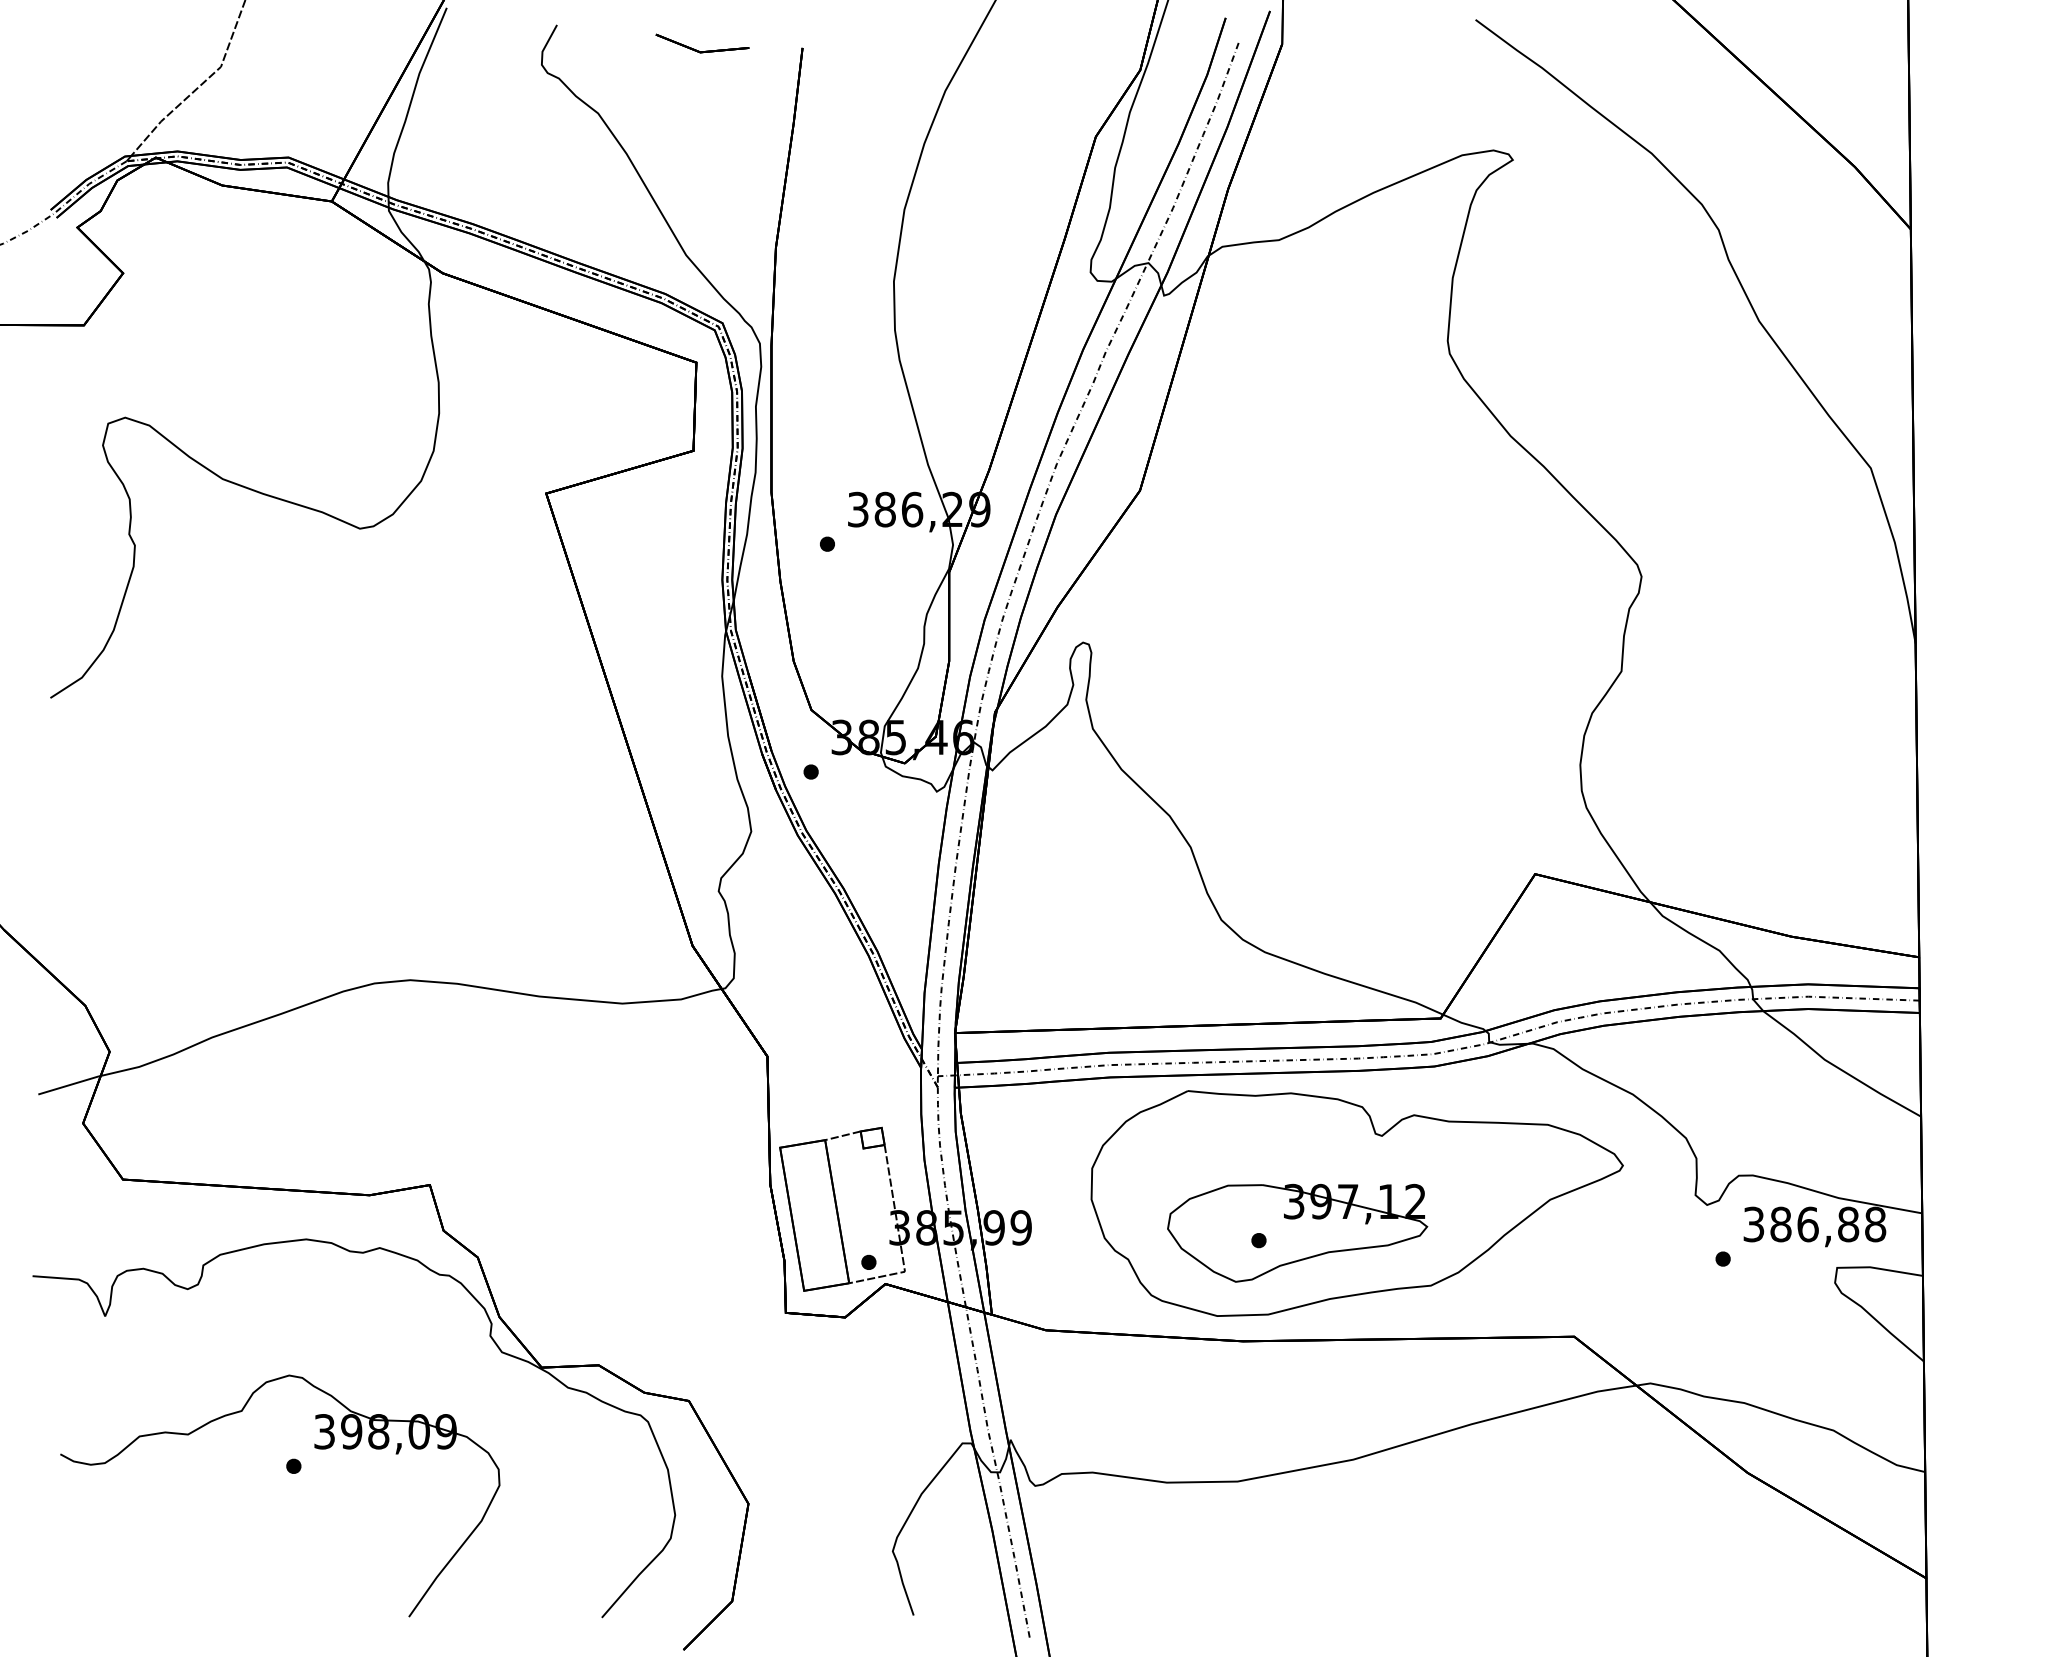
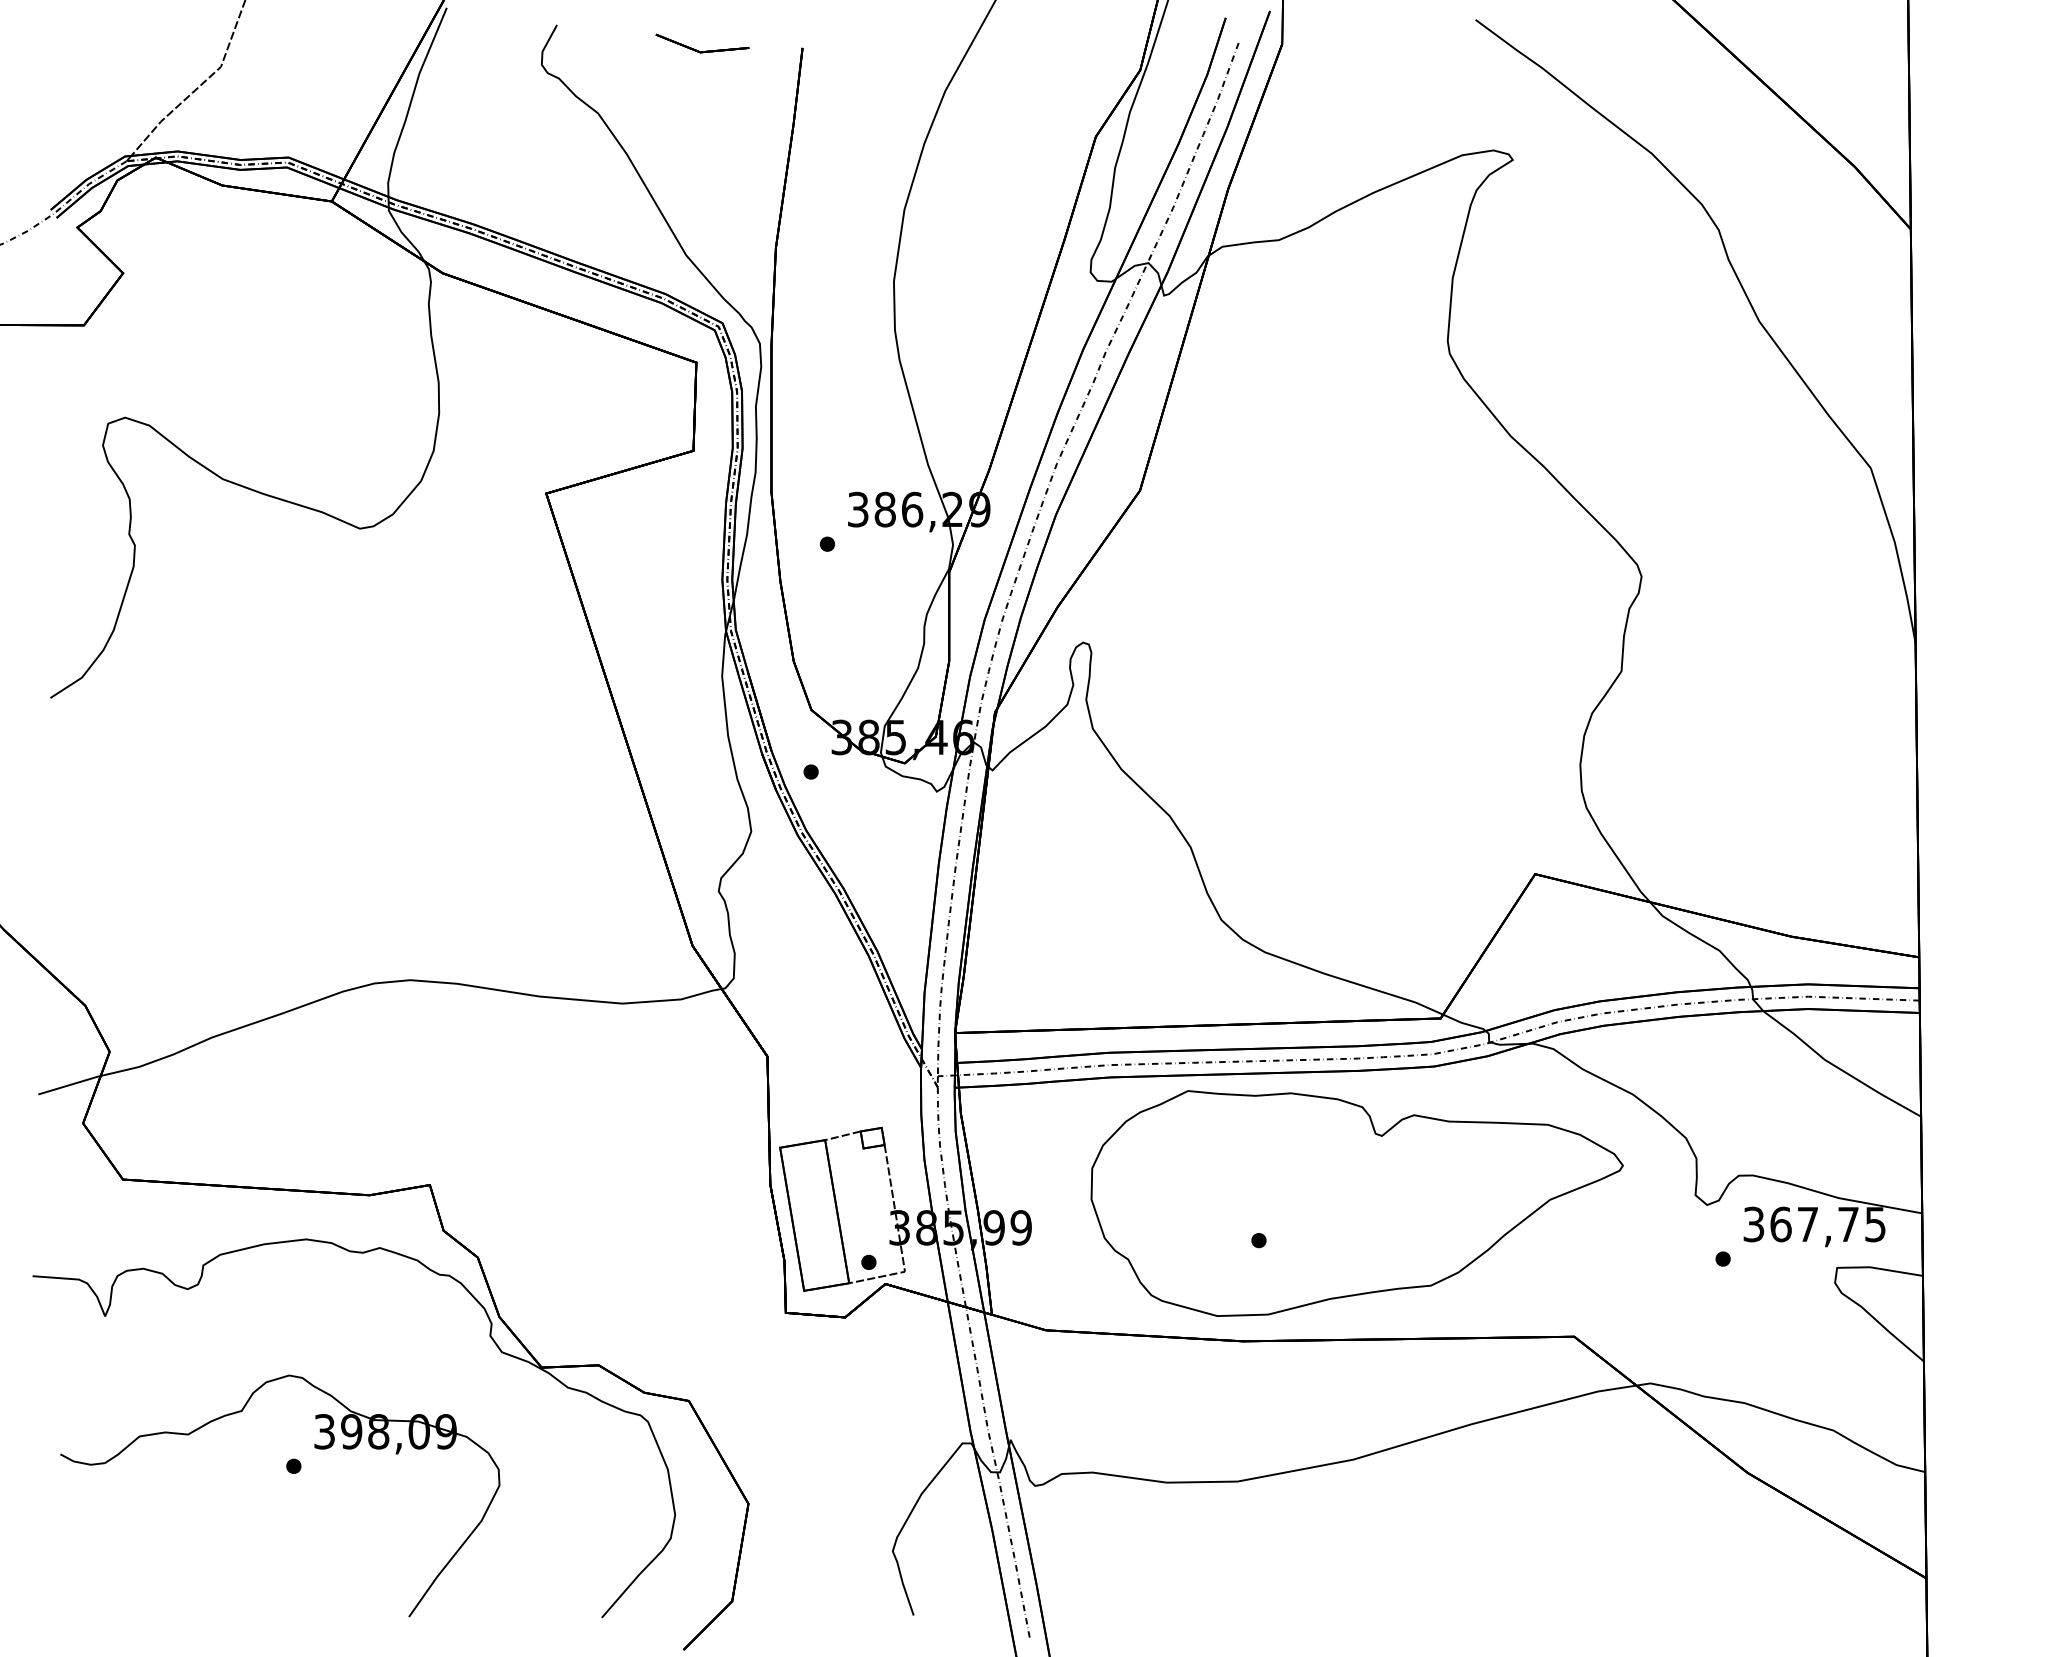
text at (1828, 1224): 386,88 -> 367,75
part at (1297, 1232): present -> none
